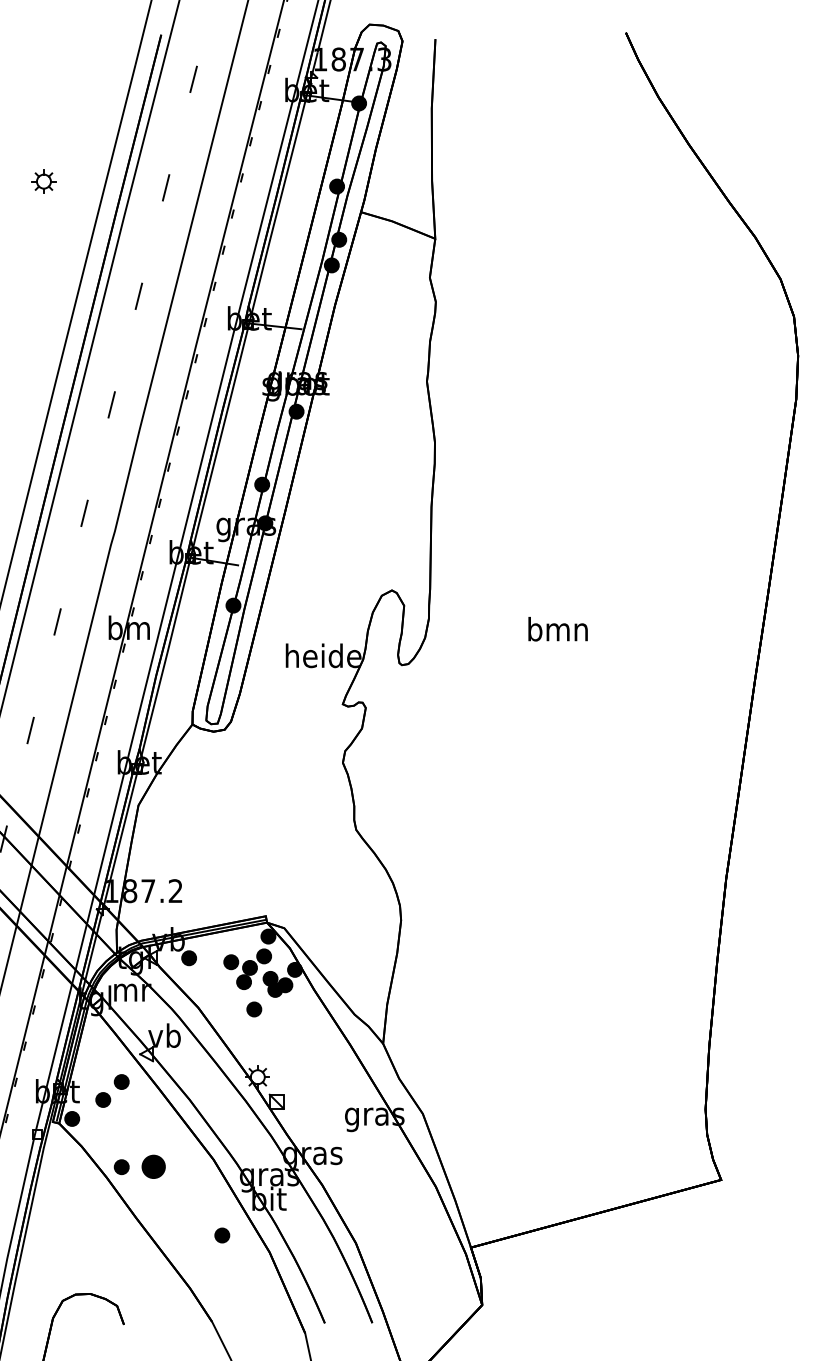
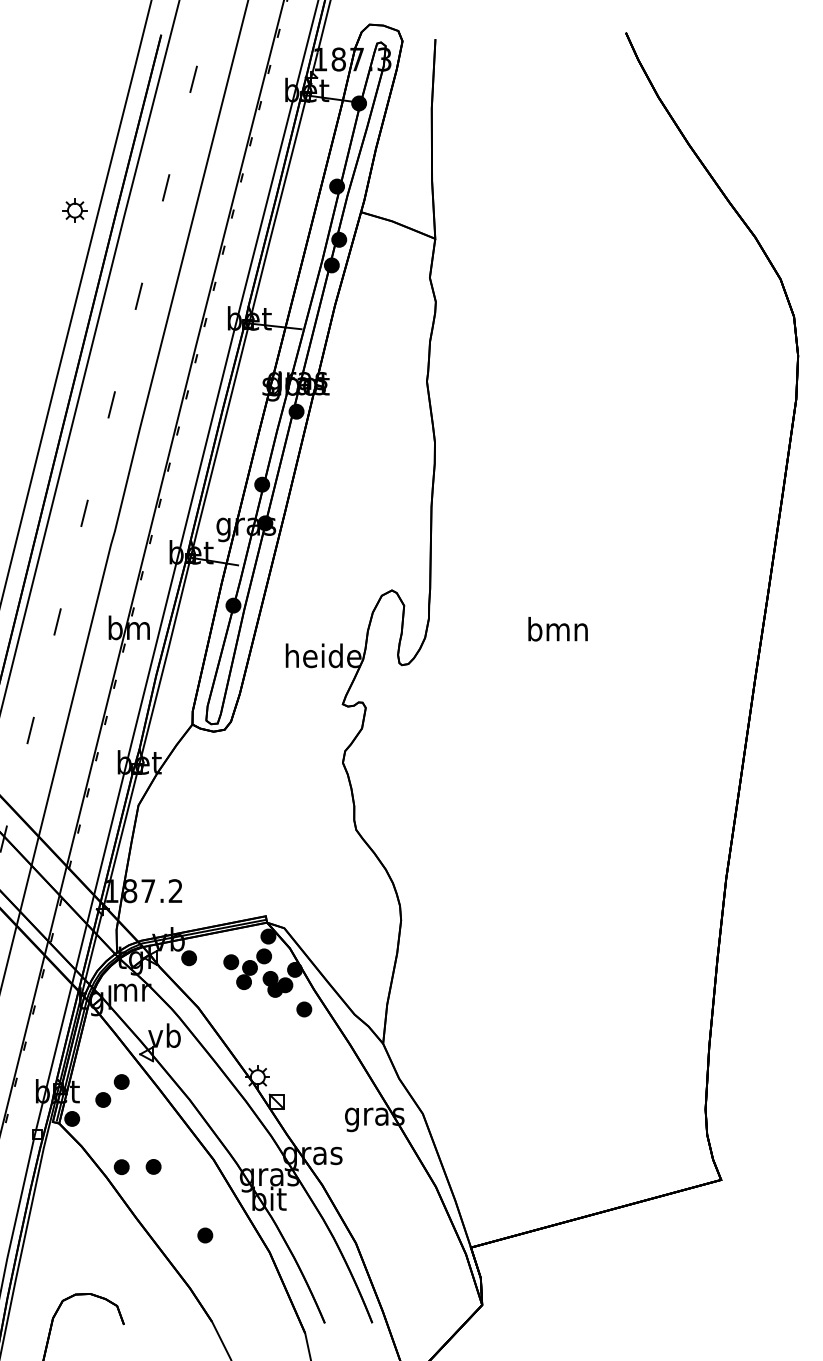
part at (43, 181) position: (43, 181) -> (74, 210)
part at (254, 1009) position: (254, 1009) -> (304, 1009)
part at (153, 1166) size: 25x25 px -> 17x16 px
part at (222, 1235) position: (222, 1235) -> (205, 1235)
